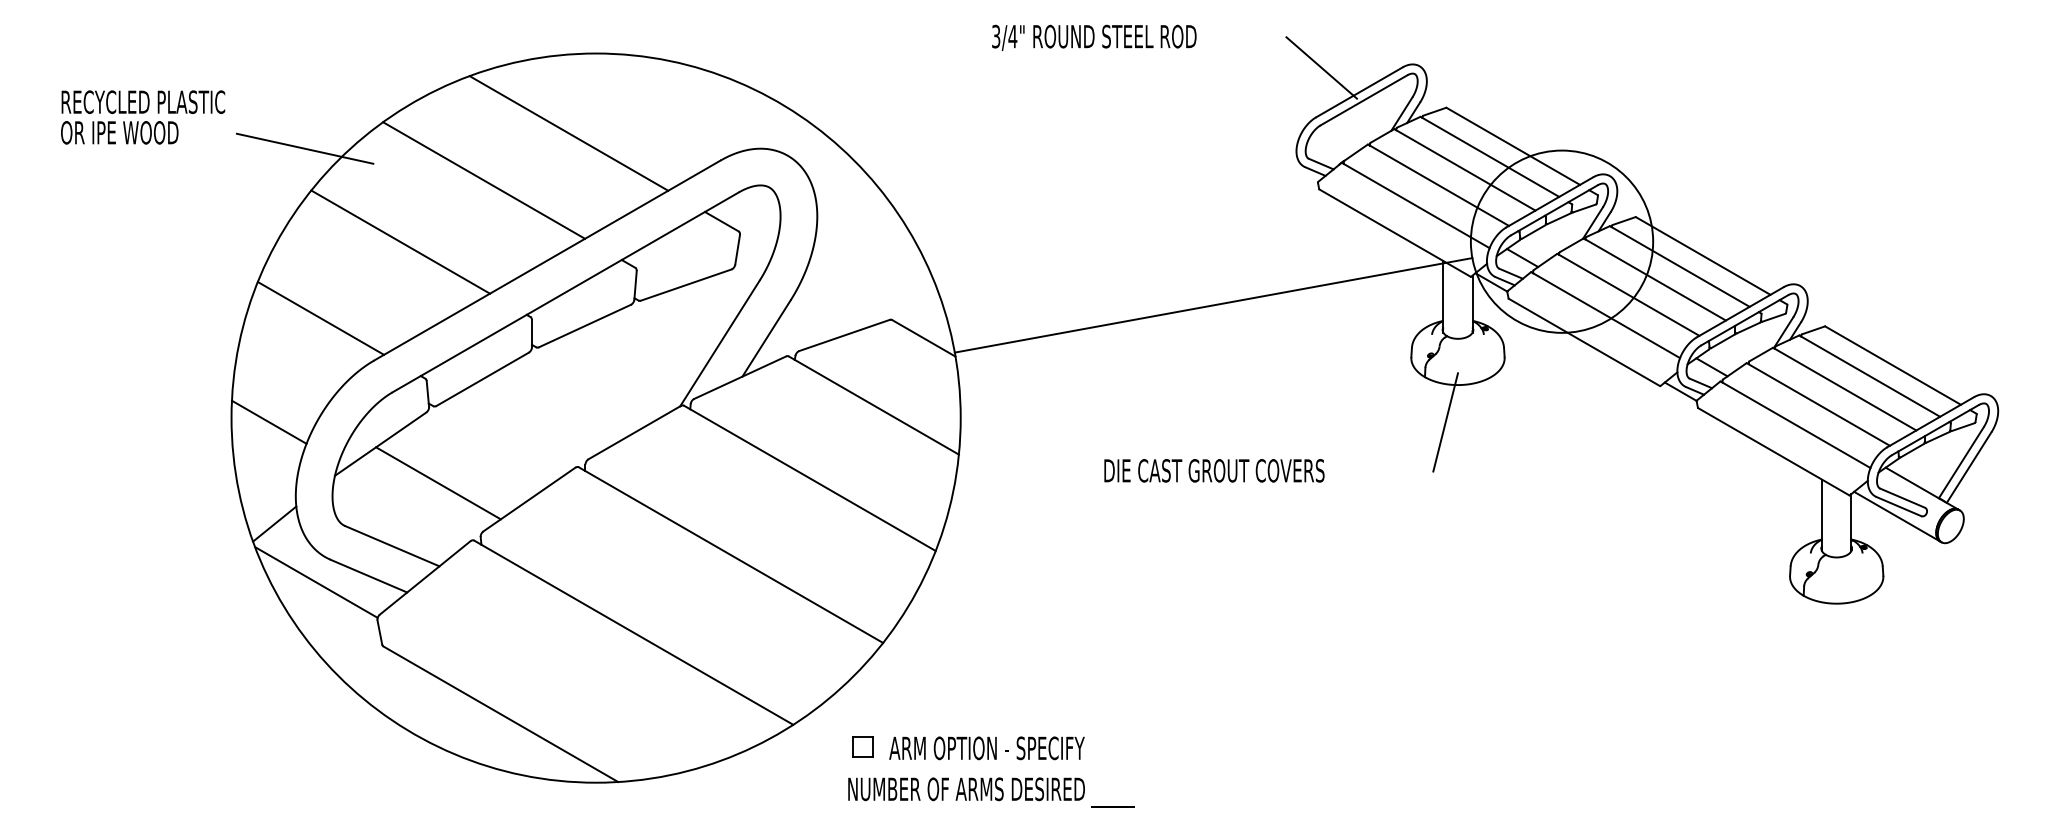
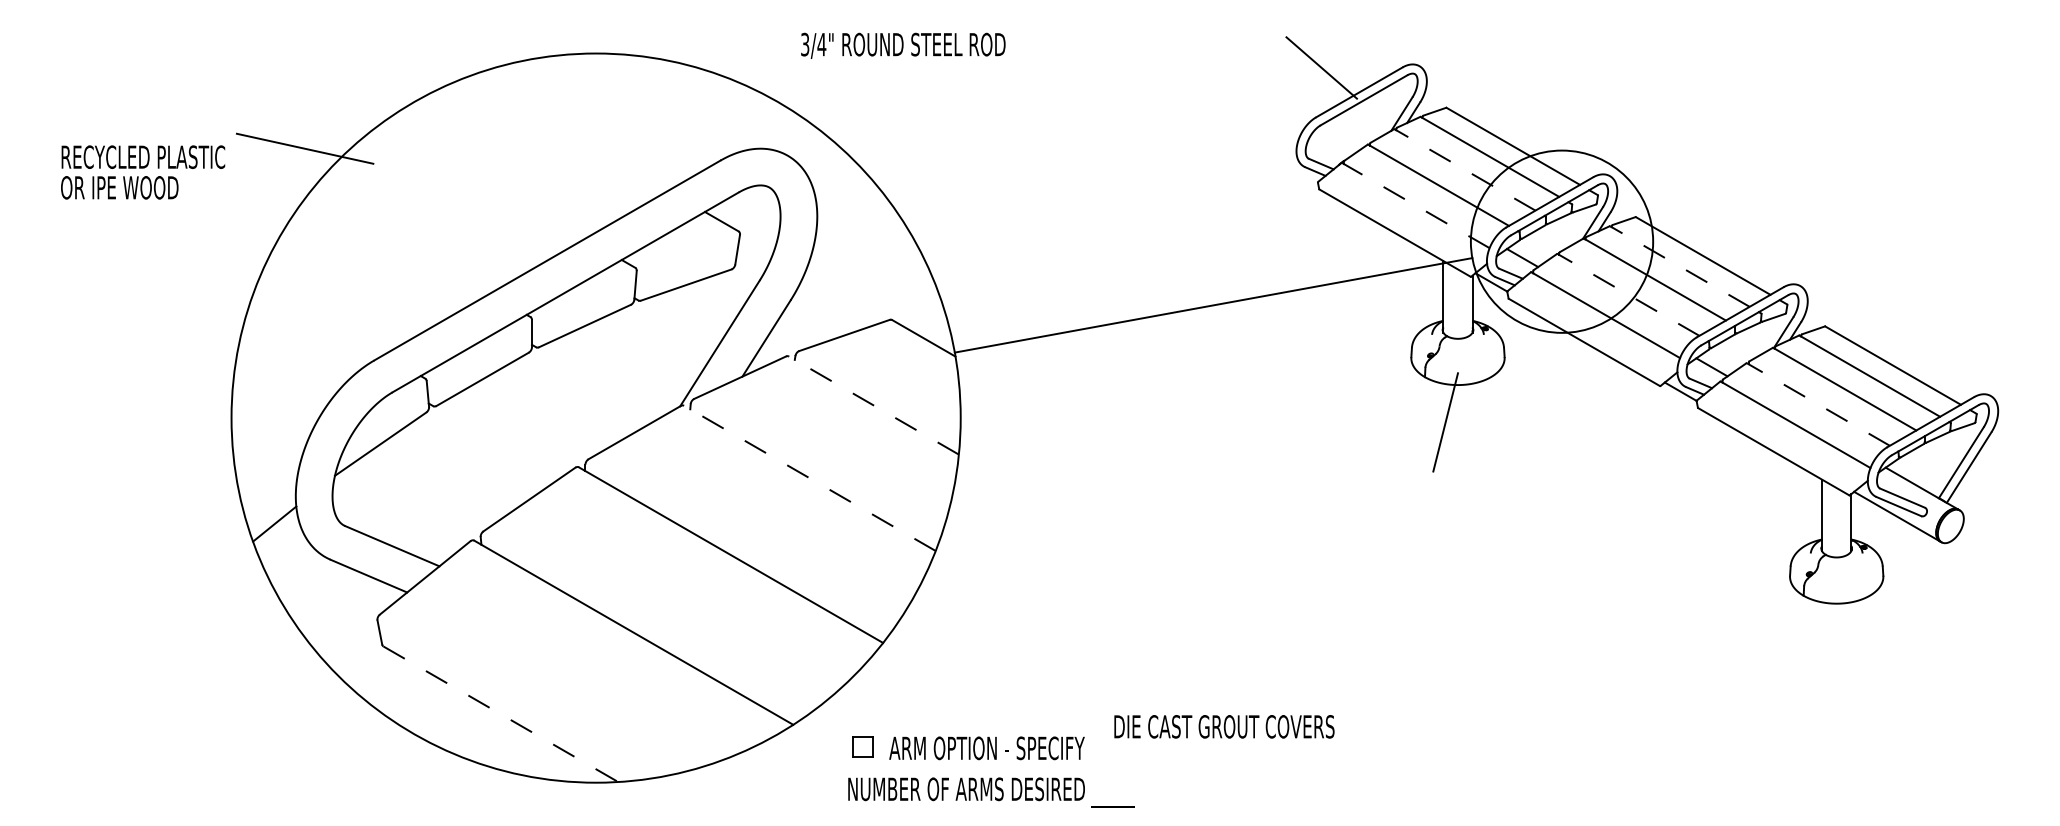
text at (1094, 37) position: (1094, 37) -> (903, 45)
text at (143, 117) position: (143, 117) -> (143, 172)
line at (568, 133): present -> none
line at (1464, 169): solid -> dashed
line at (484, 180): present -> none
line at (1415, 205): solid -> dashed
line at (400, 241): present -> none
line at (1679, 266): solid -> dashed
line at (1628, 294): solid -> dashed
line at (320, 318): present -> none
line at (1818, 404): solid -> dashed
line at (873, 405): solid -> dashed
line at (268, 421): present -> none
text at (1214, 470) position: (1214, 470) -> (1224, 726)
line at (809, 478): solid -> dashed
line at (438, 483): present -> none
line at (316, 582): present -> none
line at (501, 714): solid -> dashed
